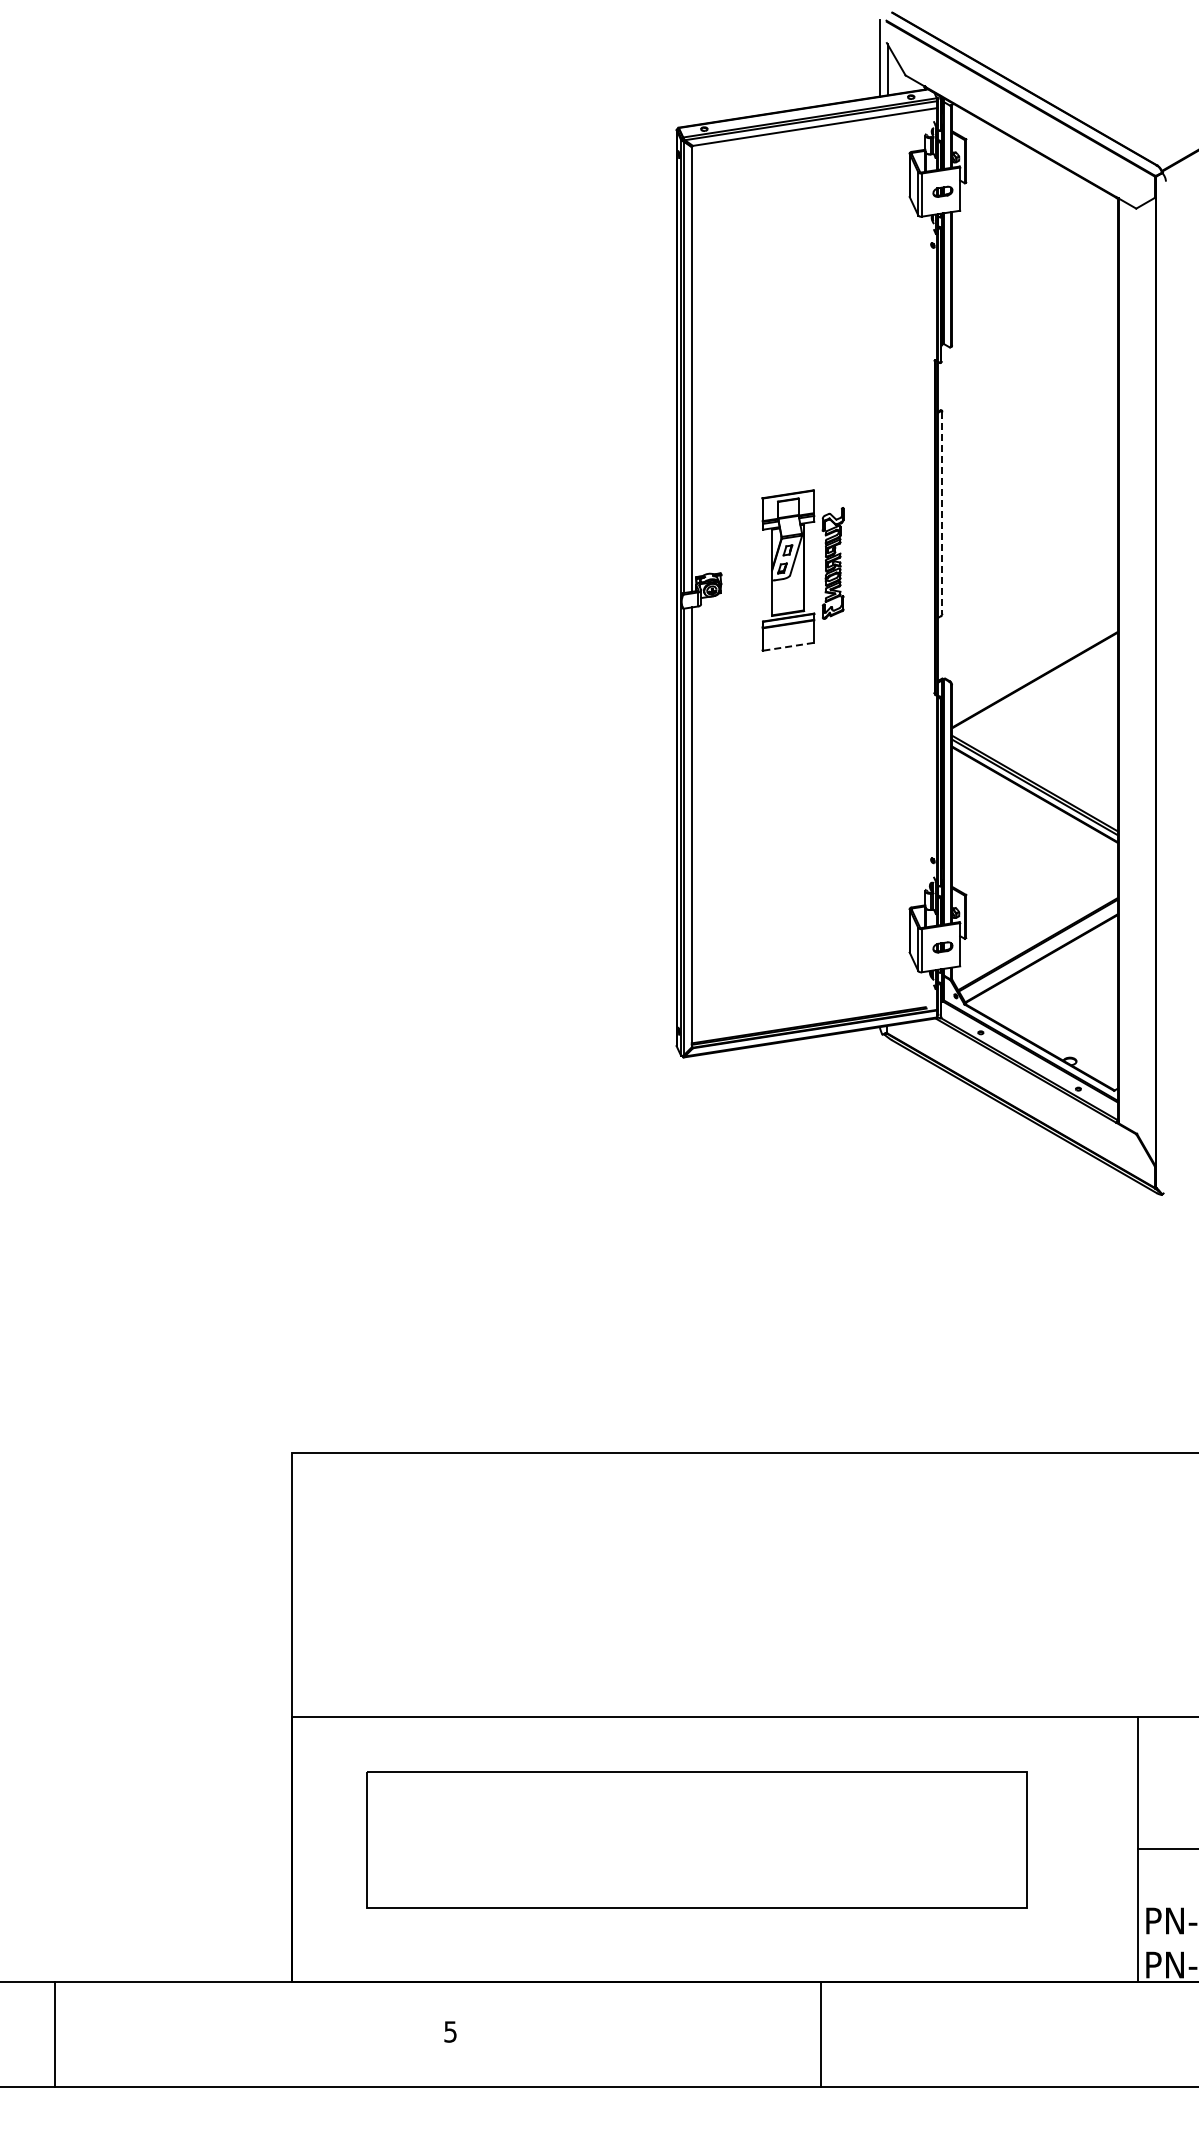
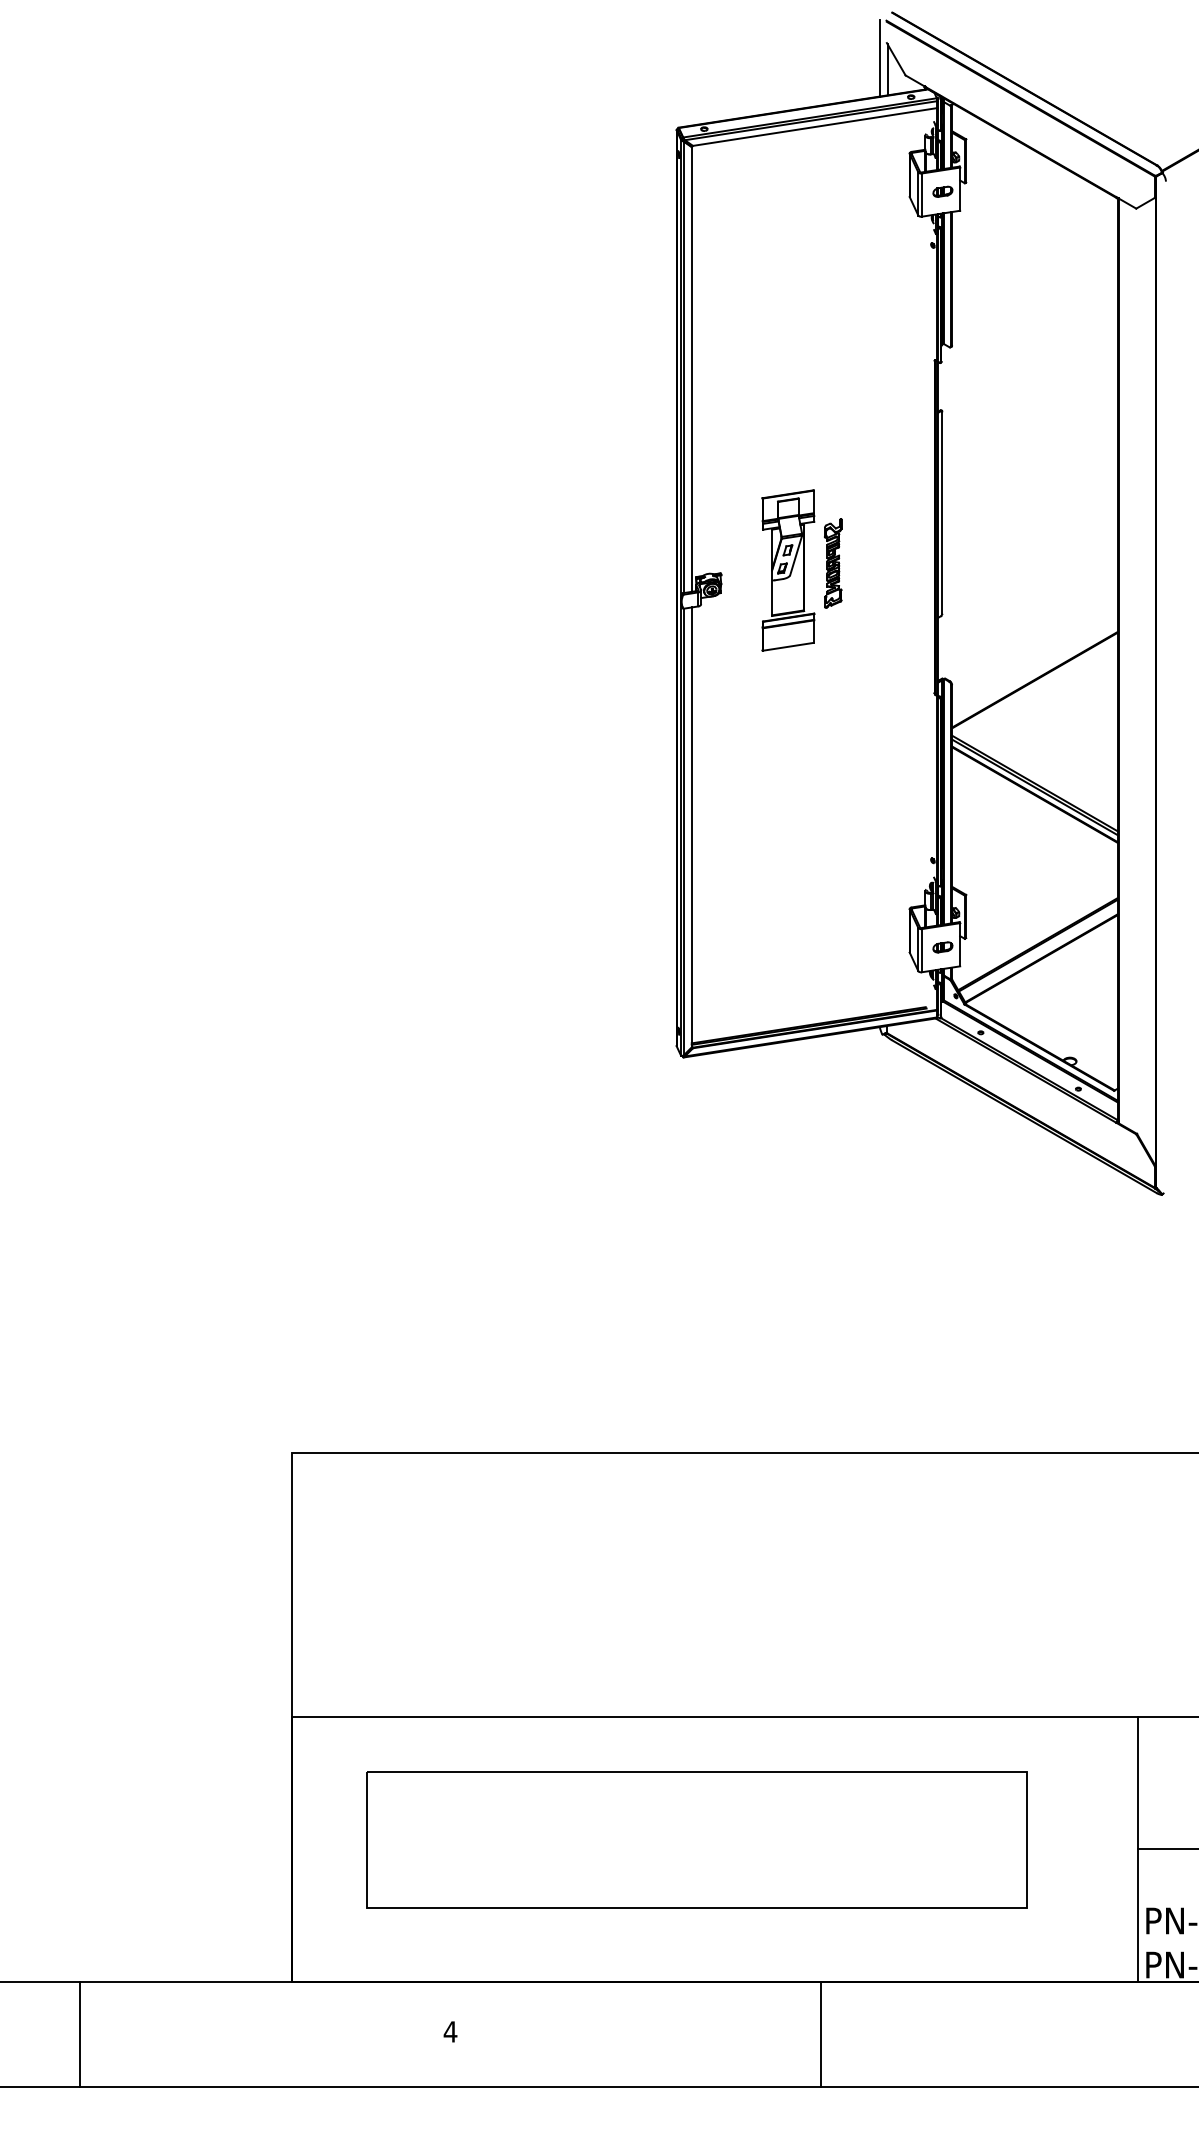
line at (942, 513): dashed -> solid
part at (832, 563) size: 24x113 px -> 19x91 px
line at (788, 646): dashed -> solid
text at (450, 2031): 5 -> 4
line at (55, 2034) position: (55, 2034) -> (80, 2034)
